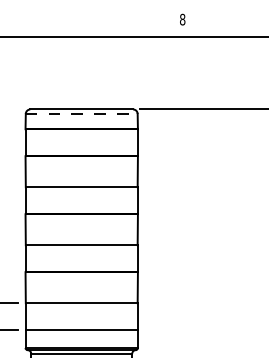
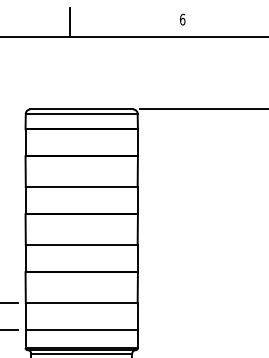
text at (182, 19): 8 -> 6
line at (70, 22): none -> present
line at (81, 113): dashed -> solid
